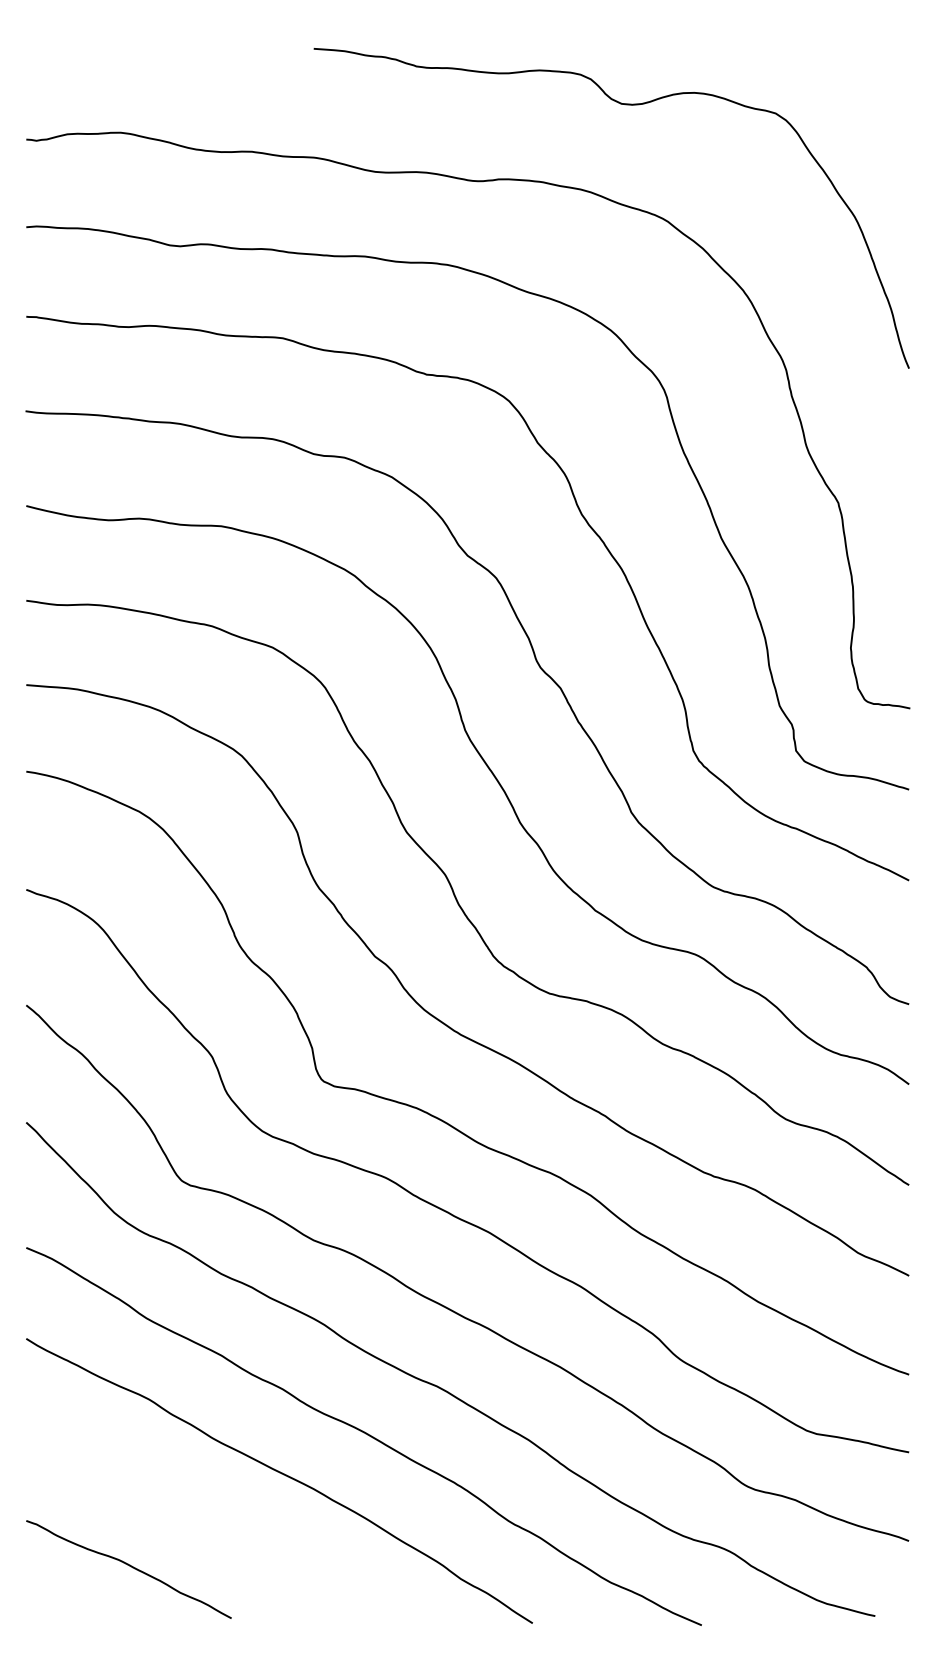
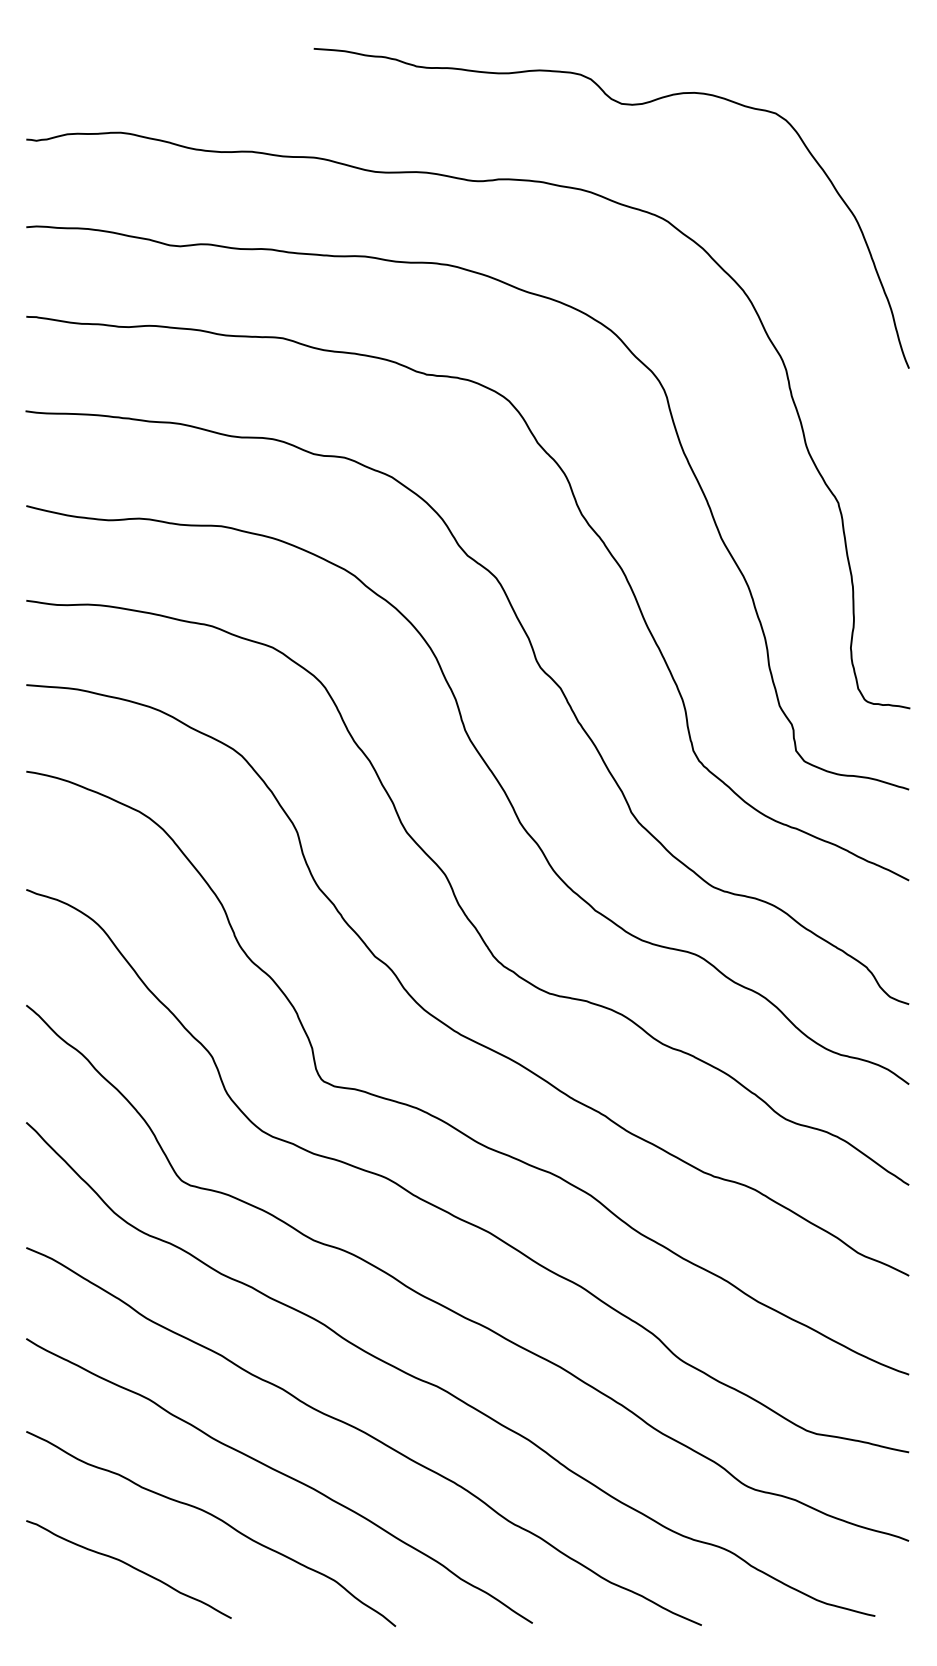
curve at (217, 1519): none -> present
